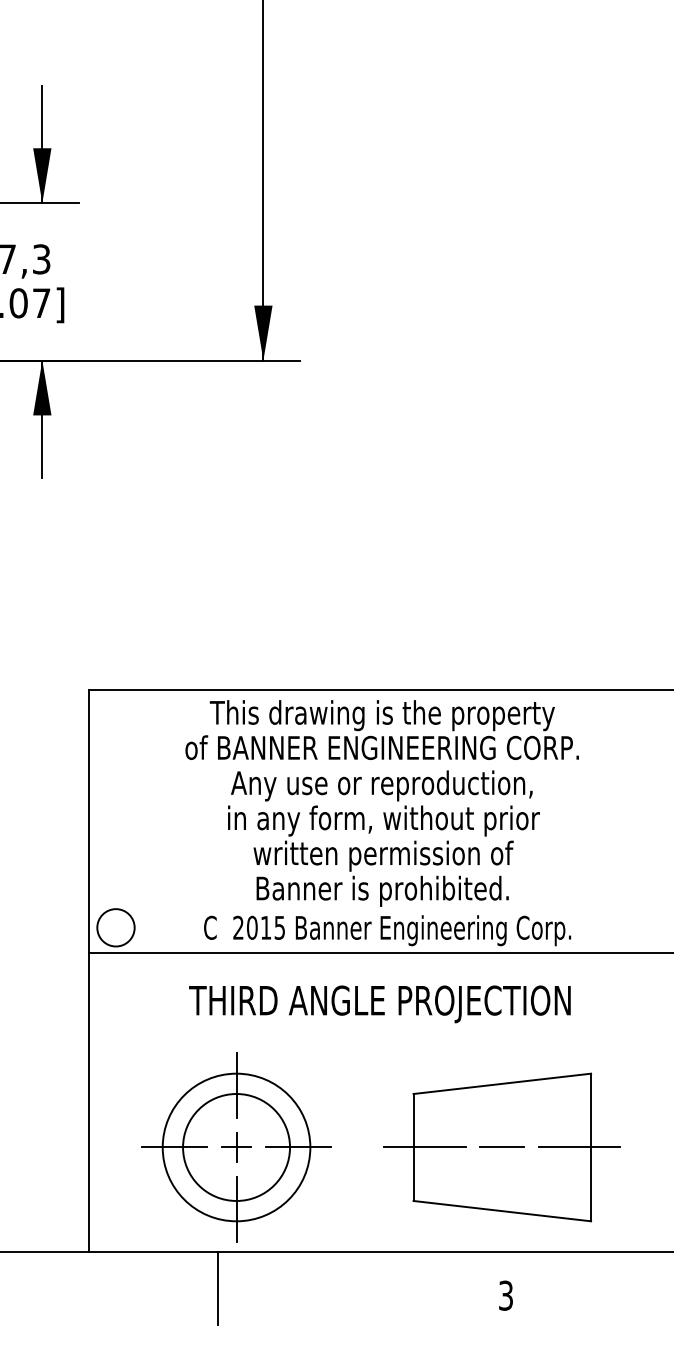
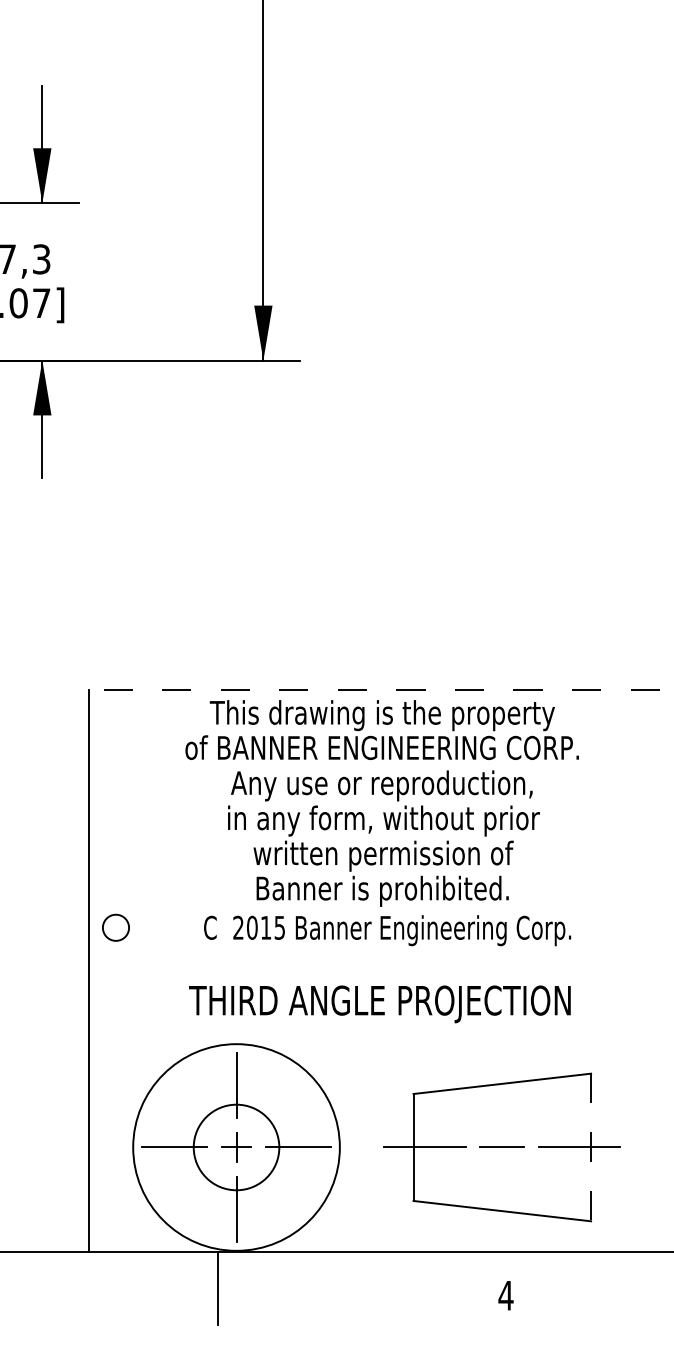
line at (380, 689): solid -> dashed
circle at (115, 927) diameter: 37 px -> 26 px
line at (379, 953): present -> none
circle at (236, 1147) diameter: 107 px -> 86 px
circle at (236, 1147) diameter: 148 px -> 207 px
line at (591, 1147): solid -> dashed
text at (505, 1295): 3 -> 4
